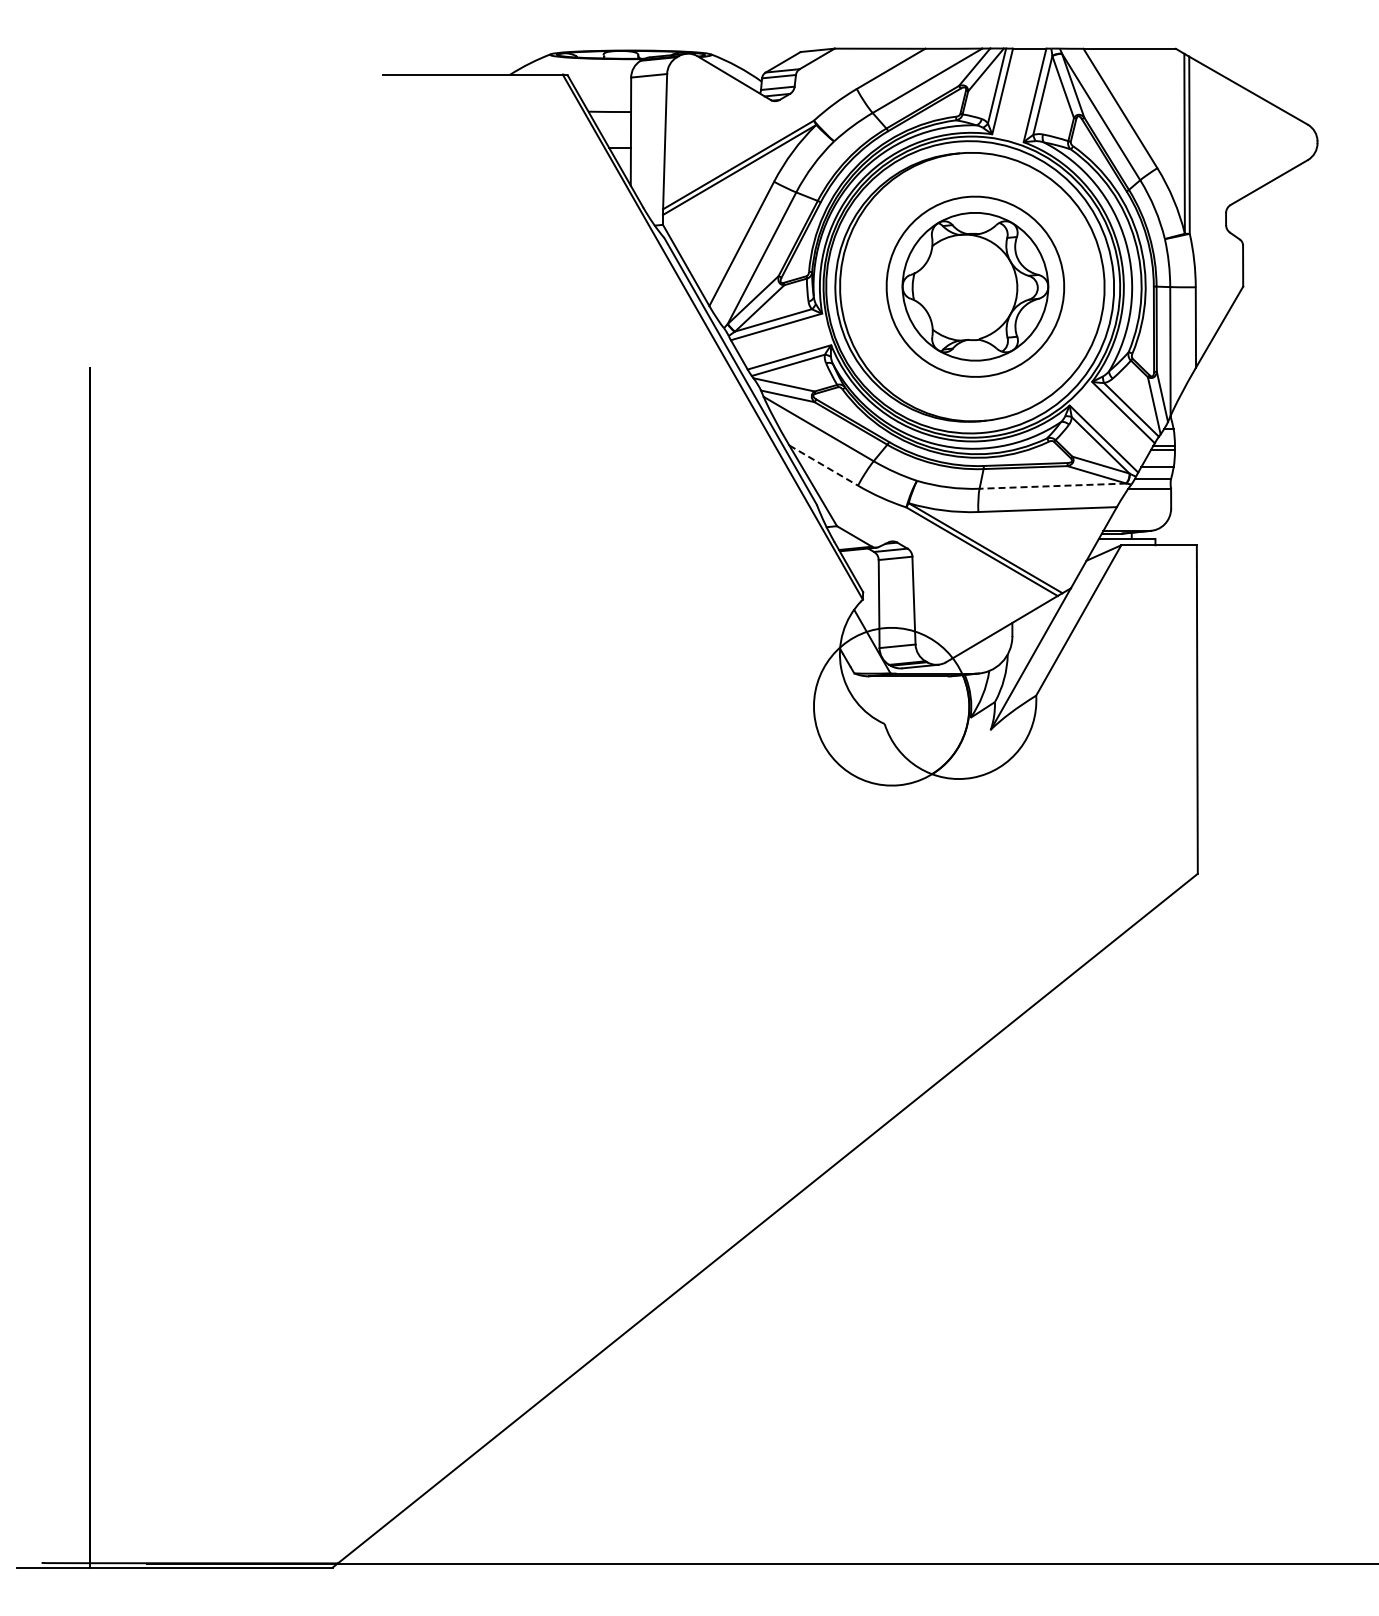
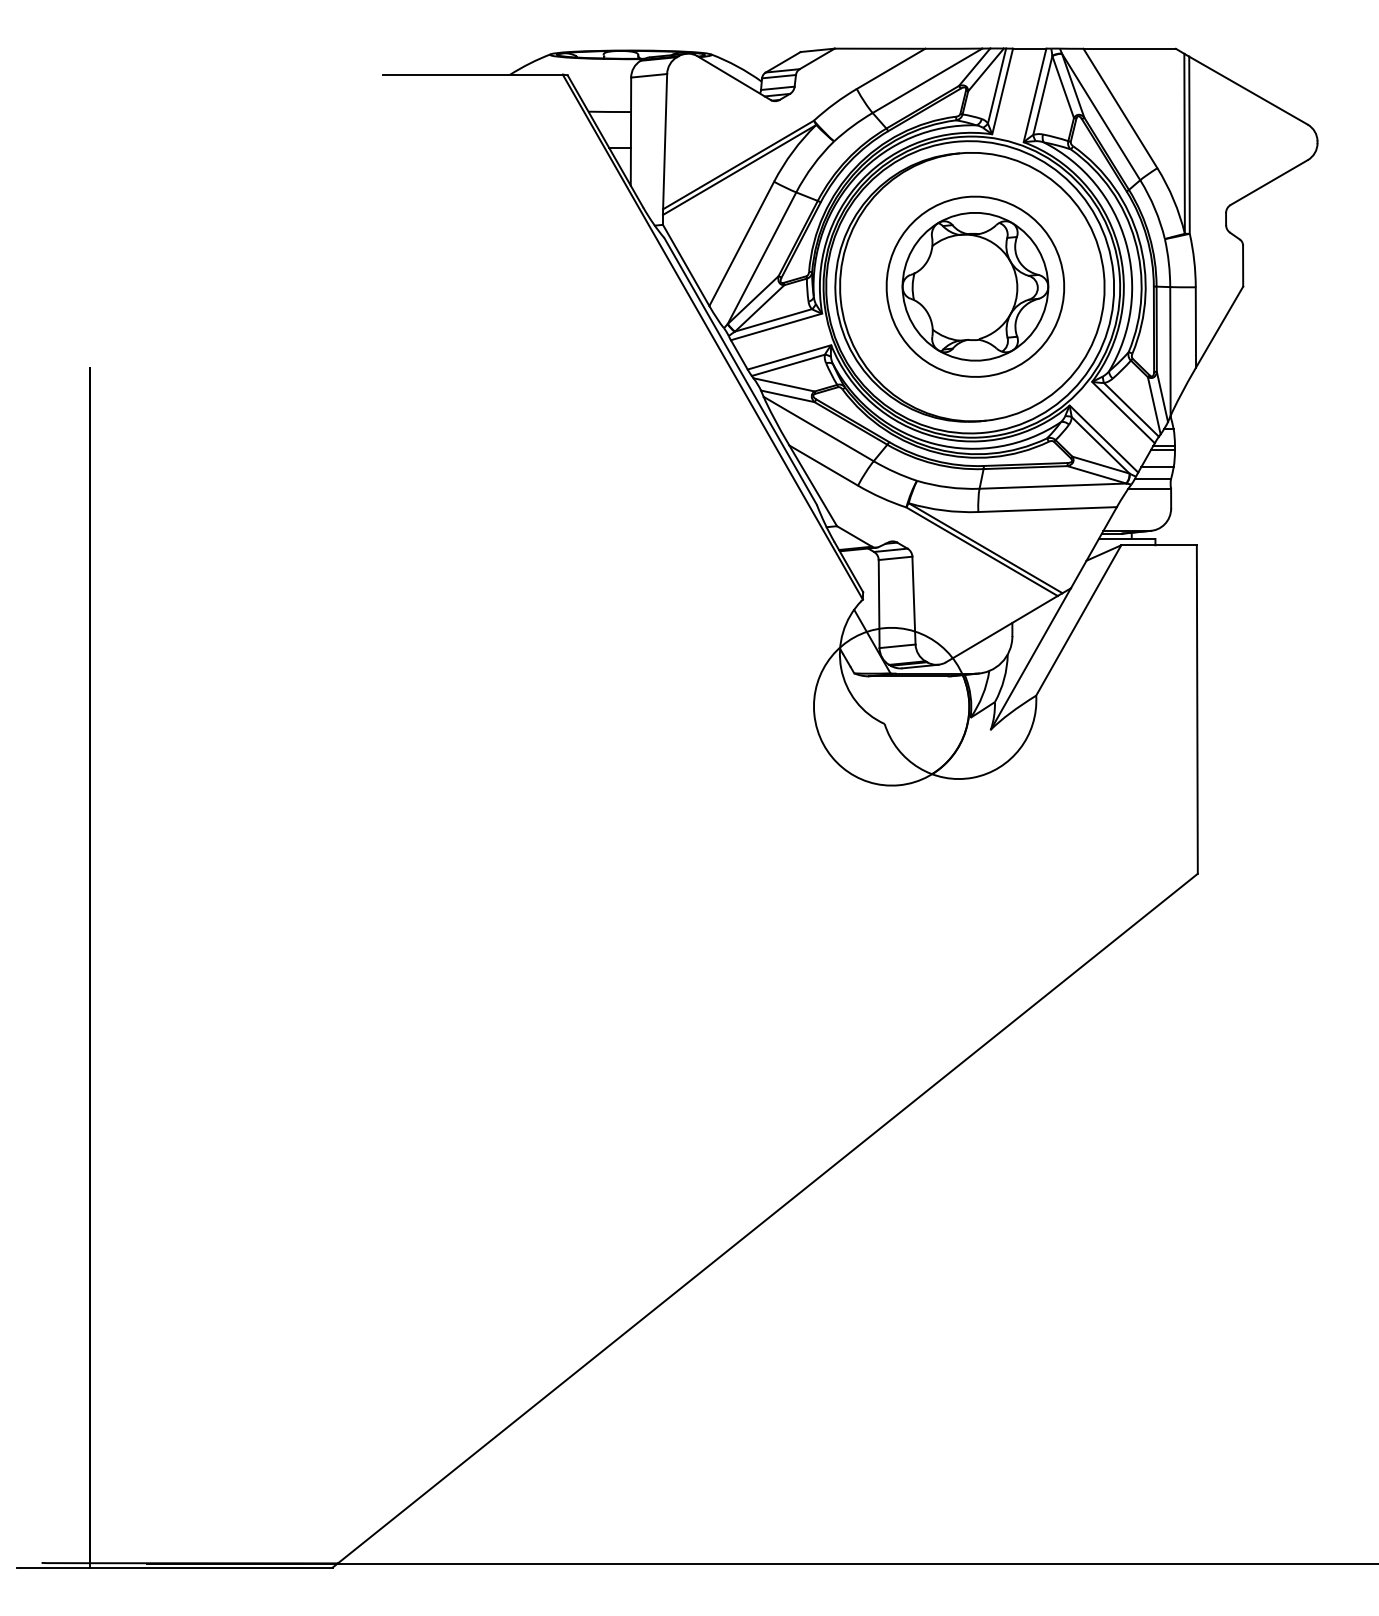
line at (823, 465): dashed -> solid
line at (1052, 486): dashed -> solid
